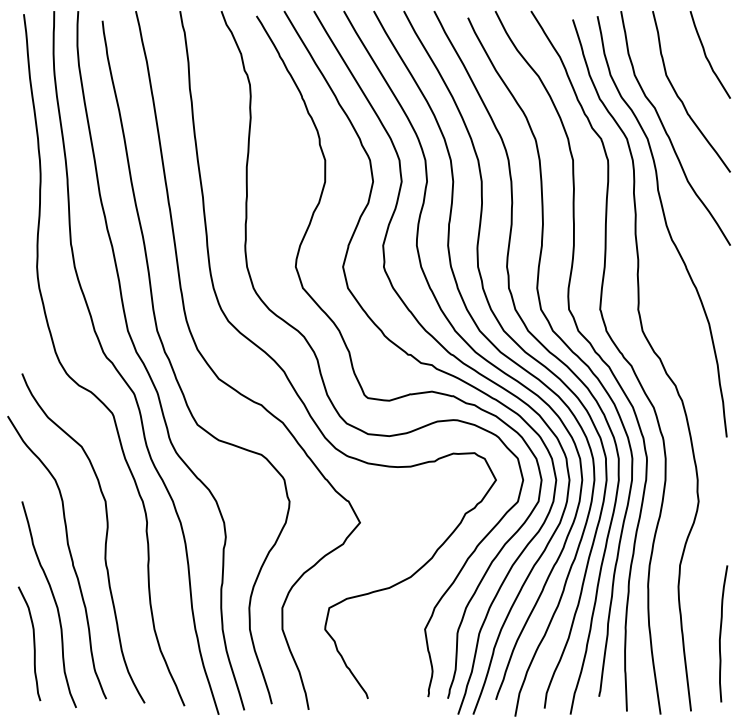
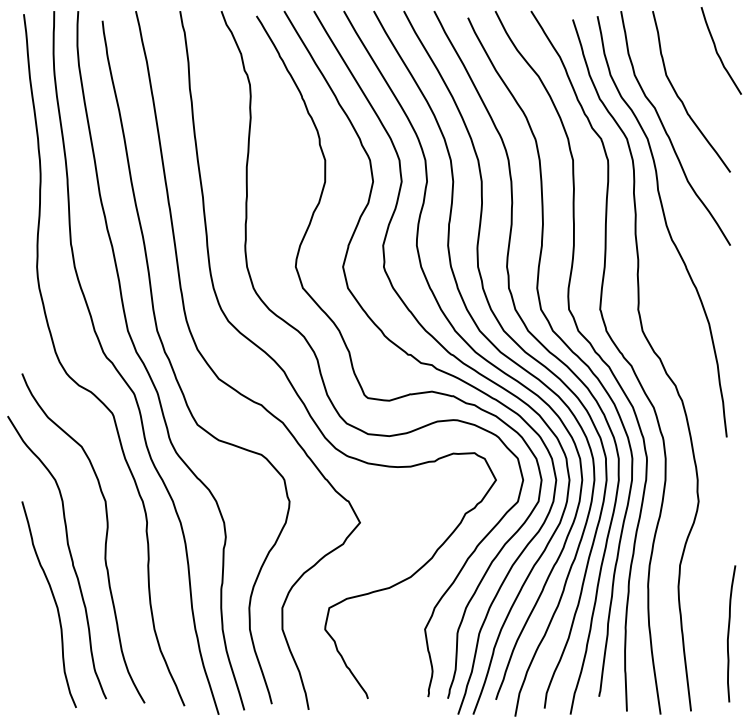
curve at (706, 54) position: (706, 54) -> (717, 50)
curve at (721, 633) position: (721, 633) -> (729, 633)
curve at (33, 643): present -> none
